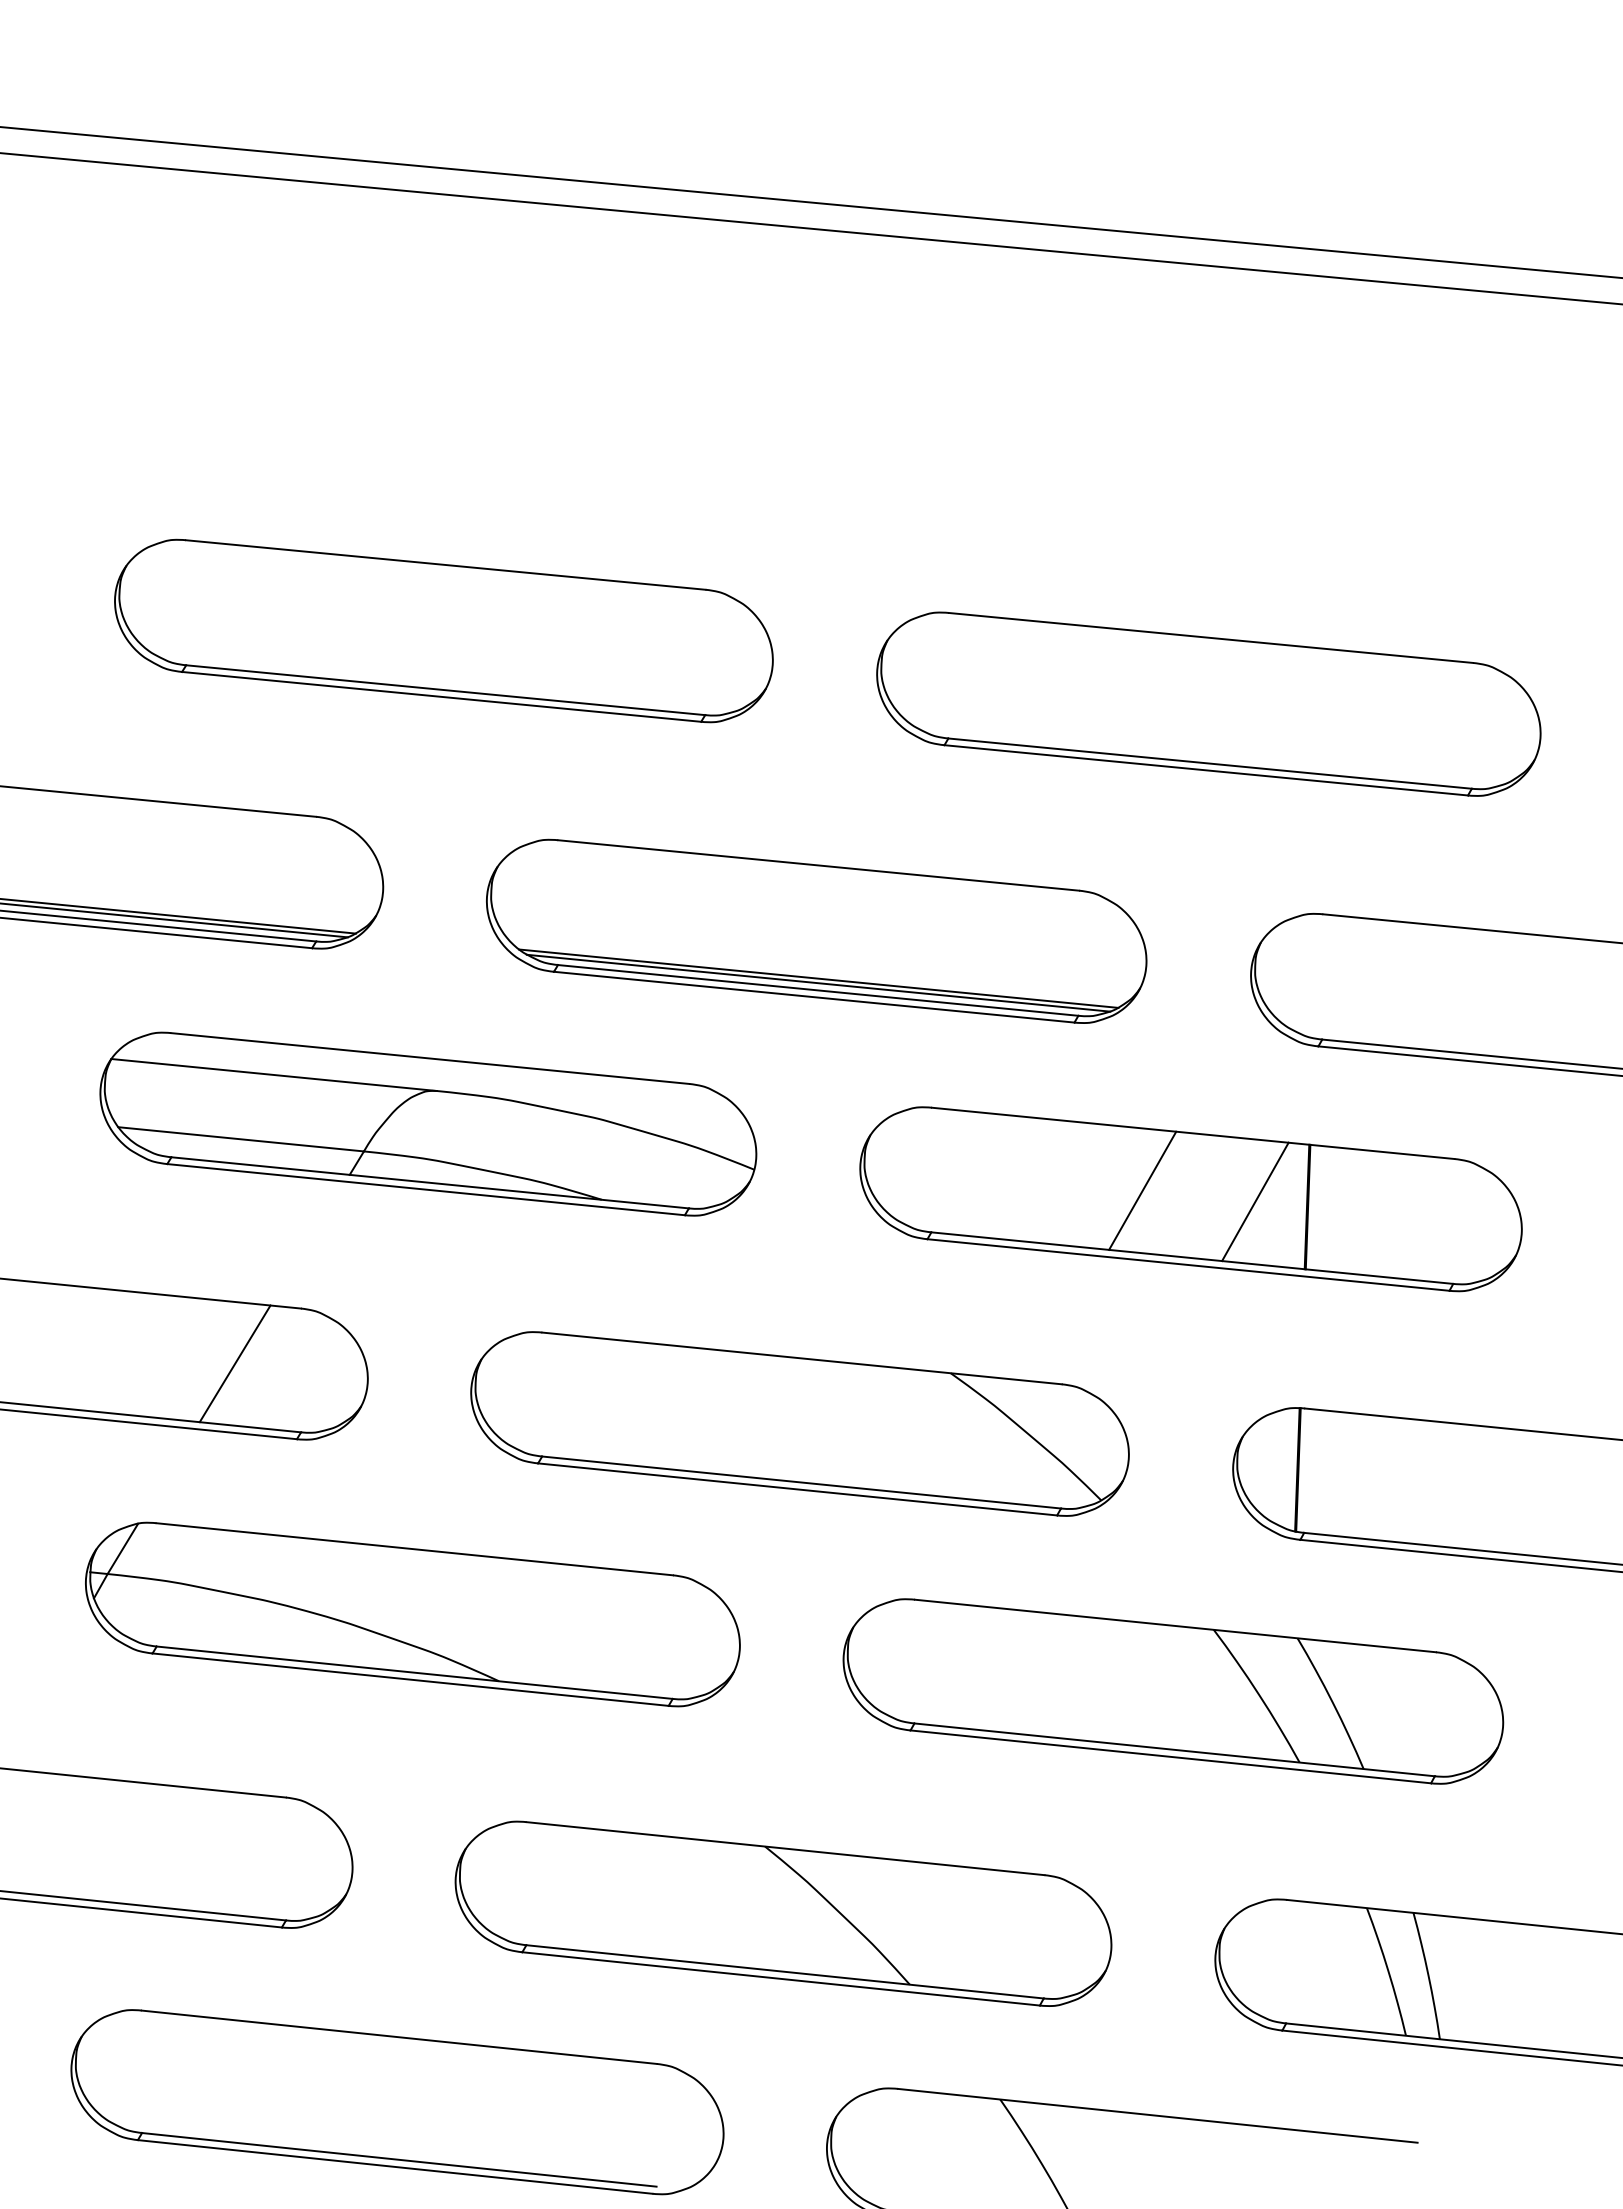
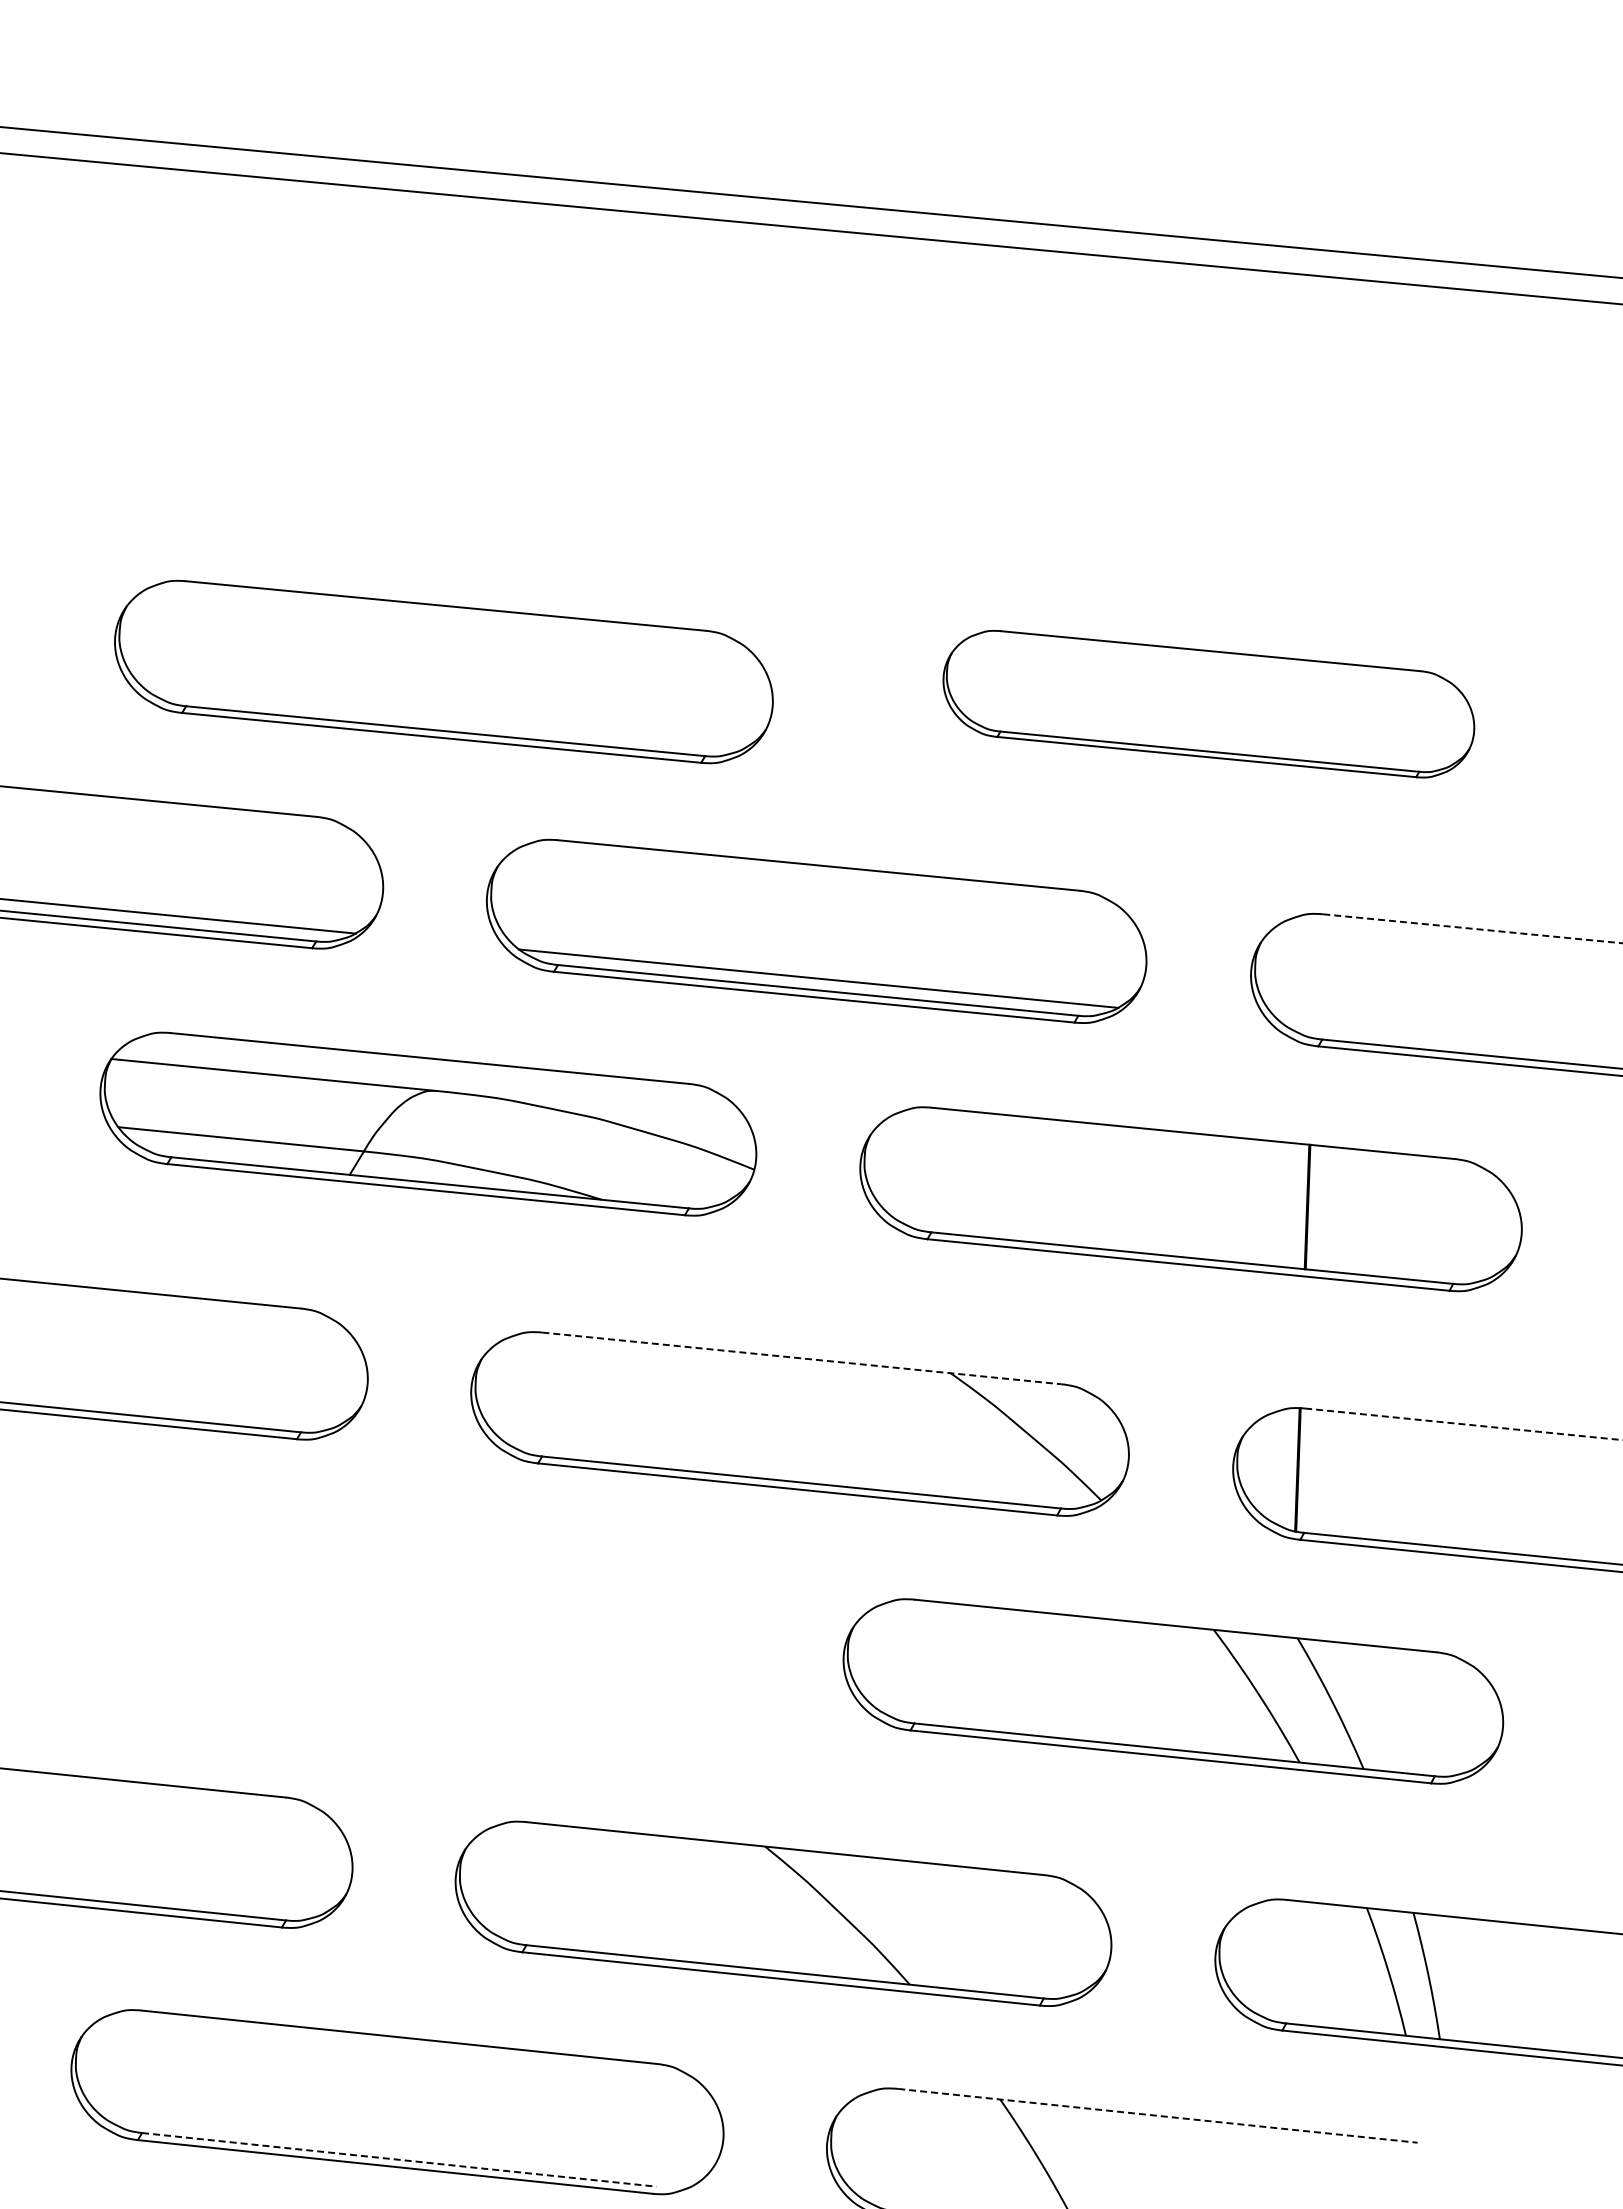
part at (443, 630) position: (443, 630) -> (443, 671)
part at (1208, 703) size: 666x186 px -> 534x150 px
line at (174, 920): present -> none
line at (1473, 928): solid -> dashed
line at (818, 982): present -> none
line at (1142, 1190): present -> none
line at (1255, 1201): present -> none
line at (802, 1358): solid -> dashed
line at (234, 1363): present -> none
line at (1464, 1424): solid -> dashed
part at (412, 1614): present -> none
line at (1158, 2115): solid -> dashed
line at (399, 2159): solid -> dashed
